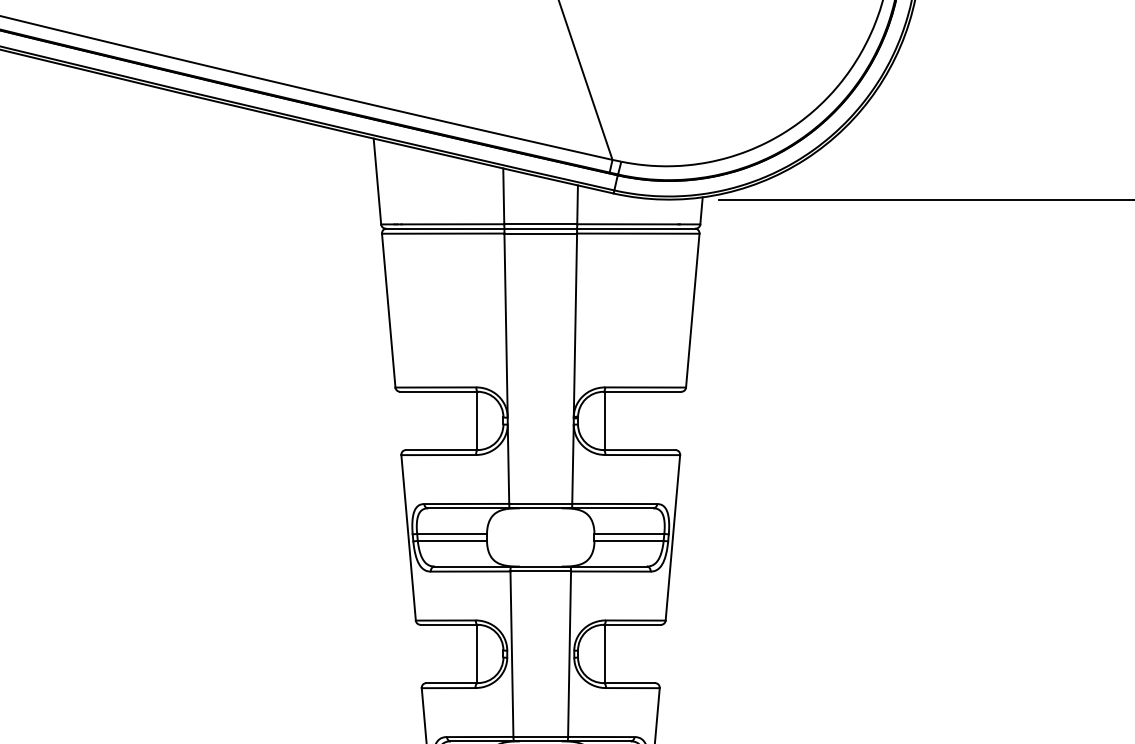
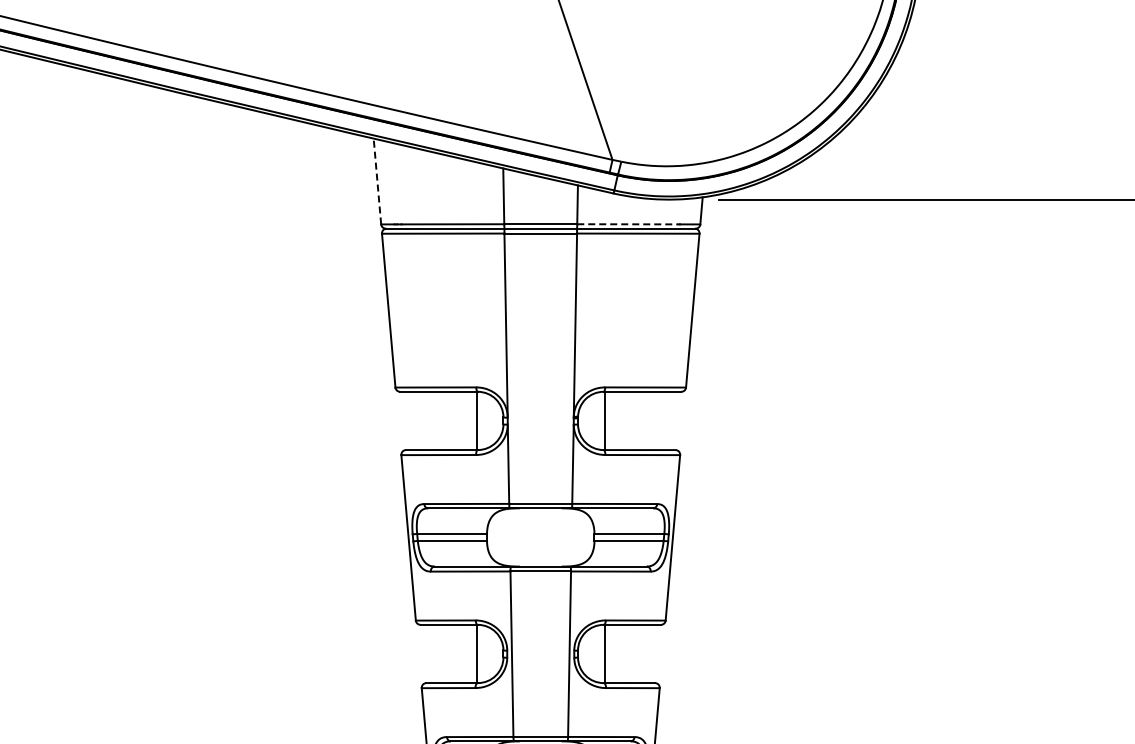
line at (377, 181): solid -> dashed
line at (627, 224): solid -> dashed
